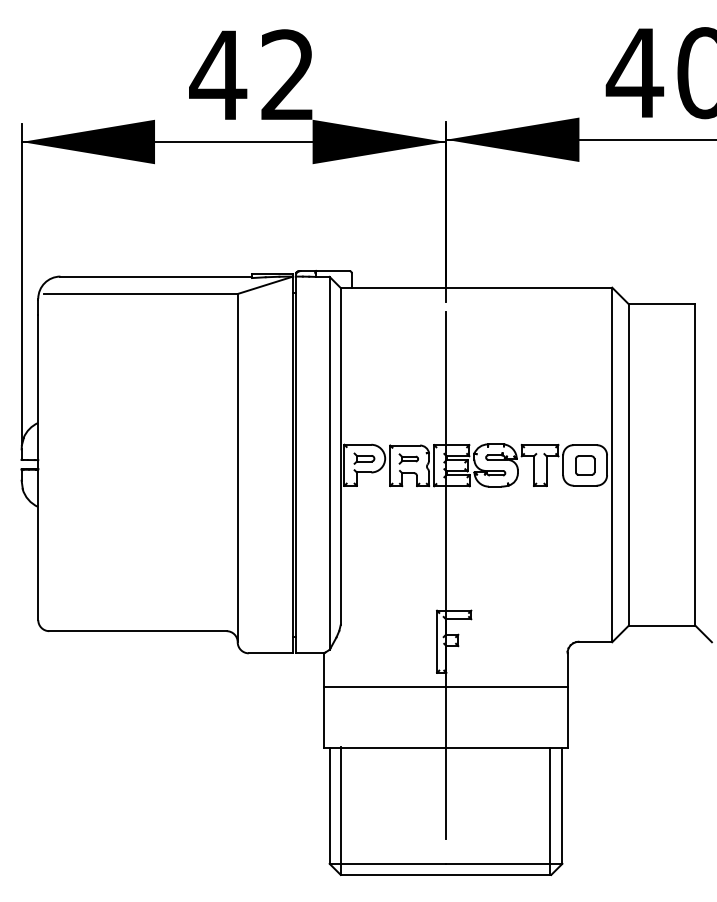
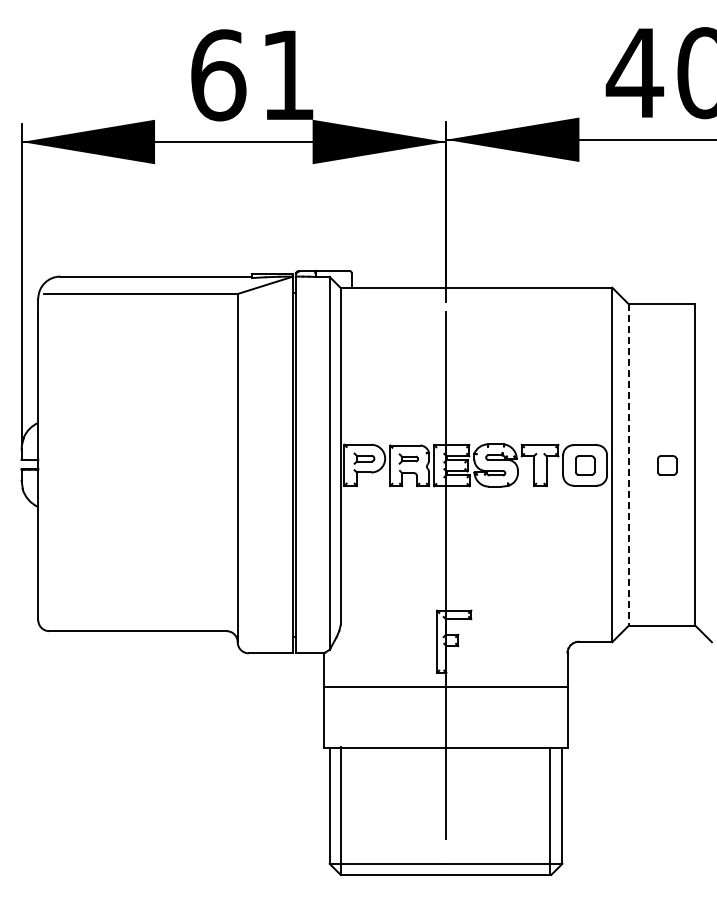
text at (251, 75): 42 -> 61
line at (628, 464): solid -> dashed
part at (667, 465): none -> present
